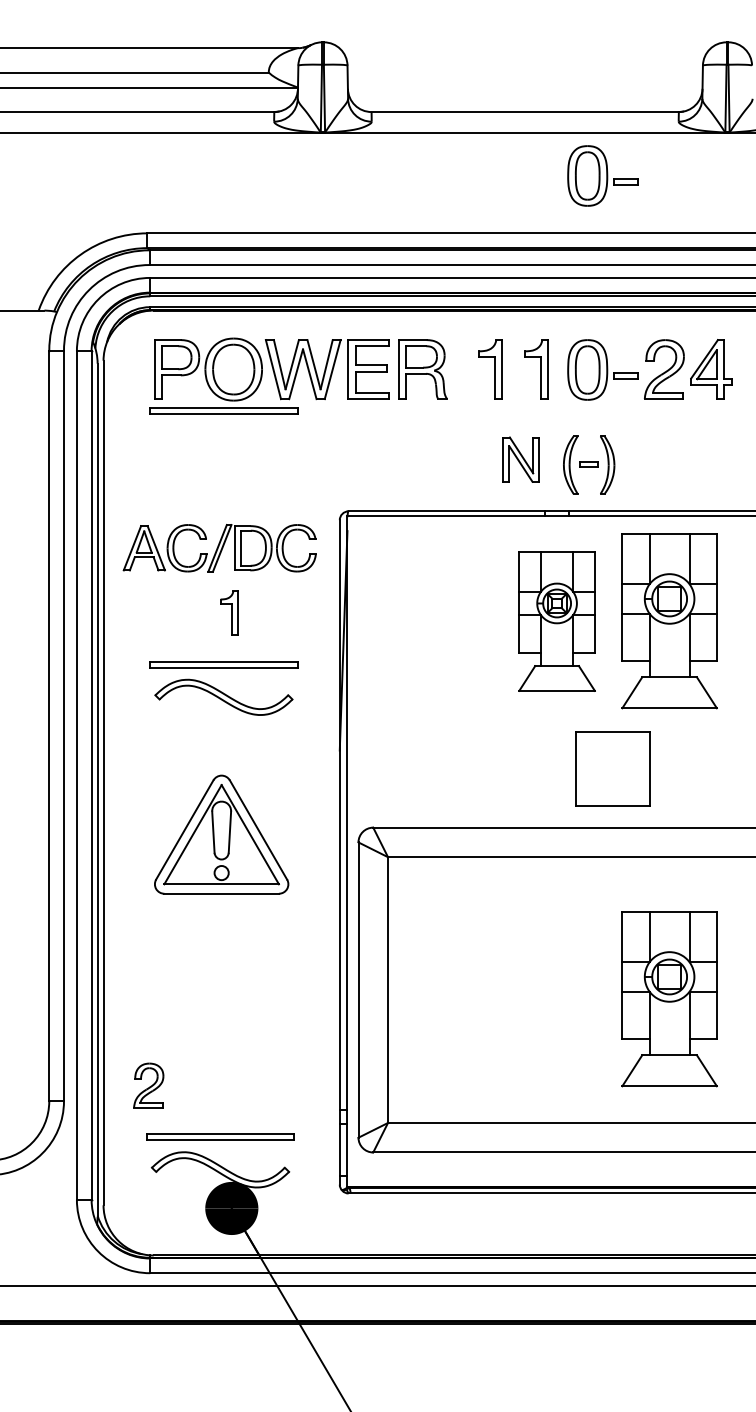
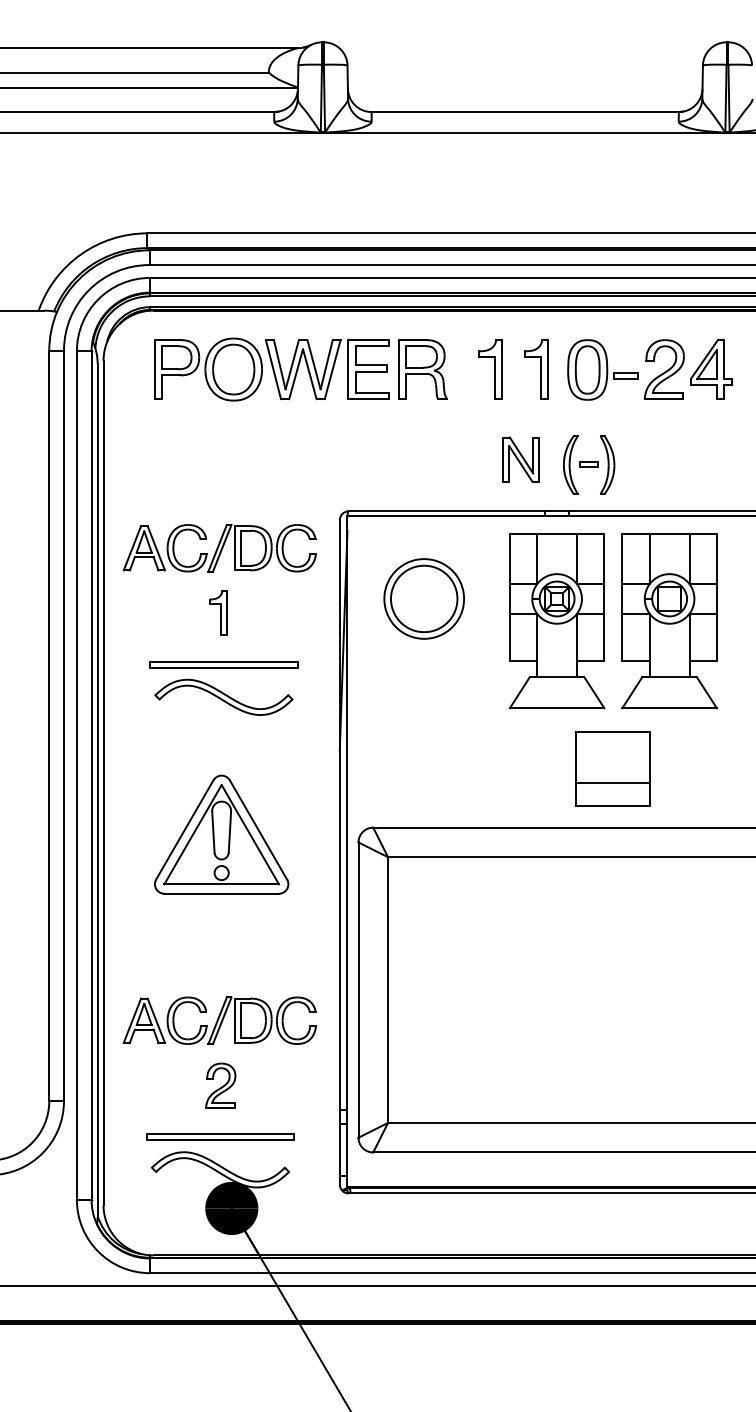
part at (602, 175): present -> none
part at (223, 410): present -> none
part at (423, 598): none -> present
part at (229, 612) position: (229, 612) -> (218, 612)
part at (556, 621) size: 78x141 px -> 98x177 px
line at (613, 783): none -> present
part at (669, 999): present -> none
part at (219, 1020): none -> present
part at (148, 1085) position: (148, 1085) -> (220, 1085)
